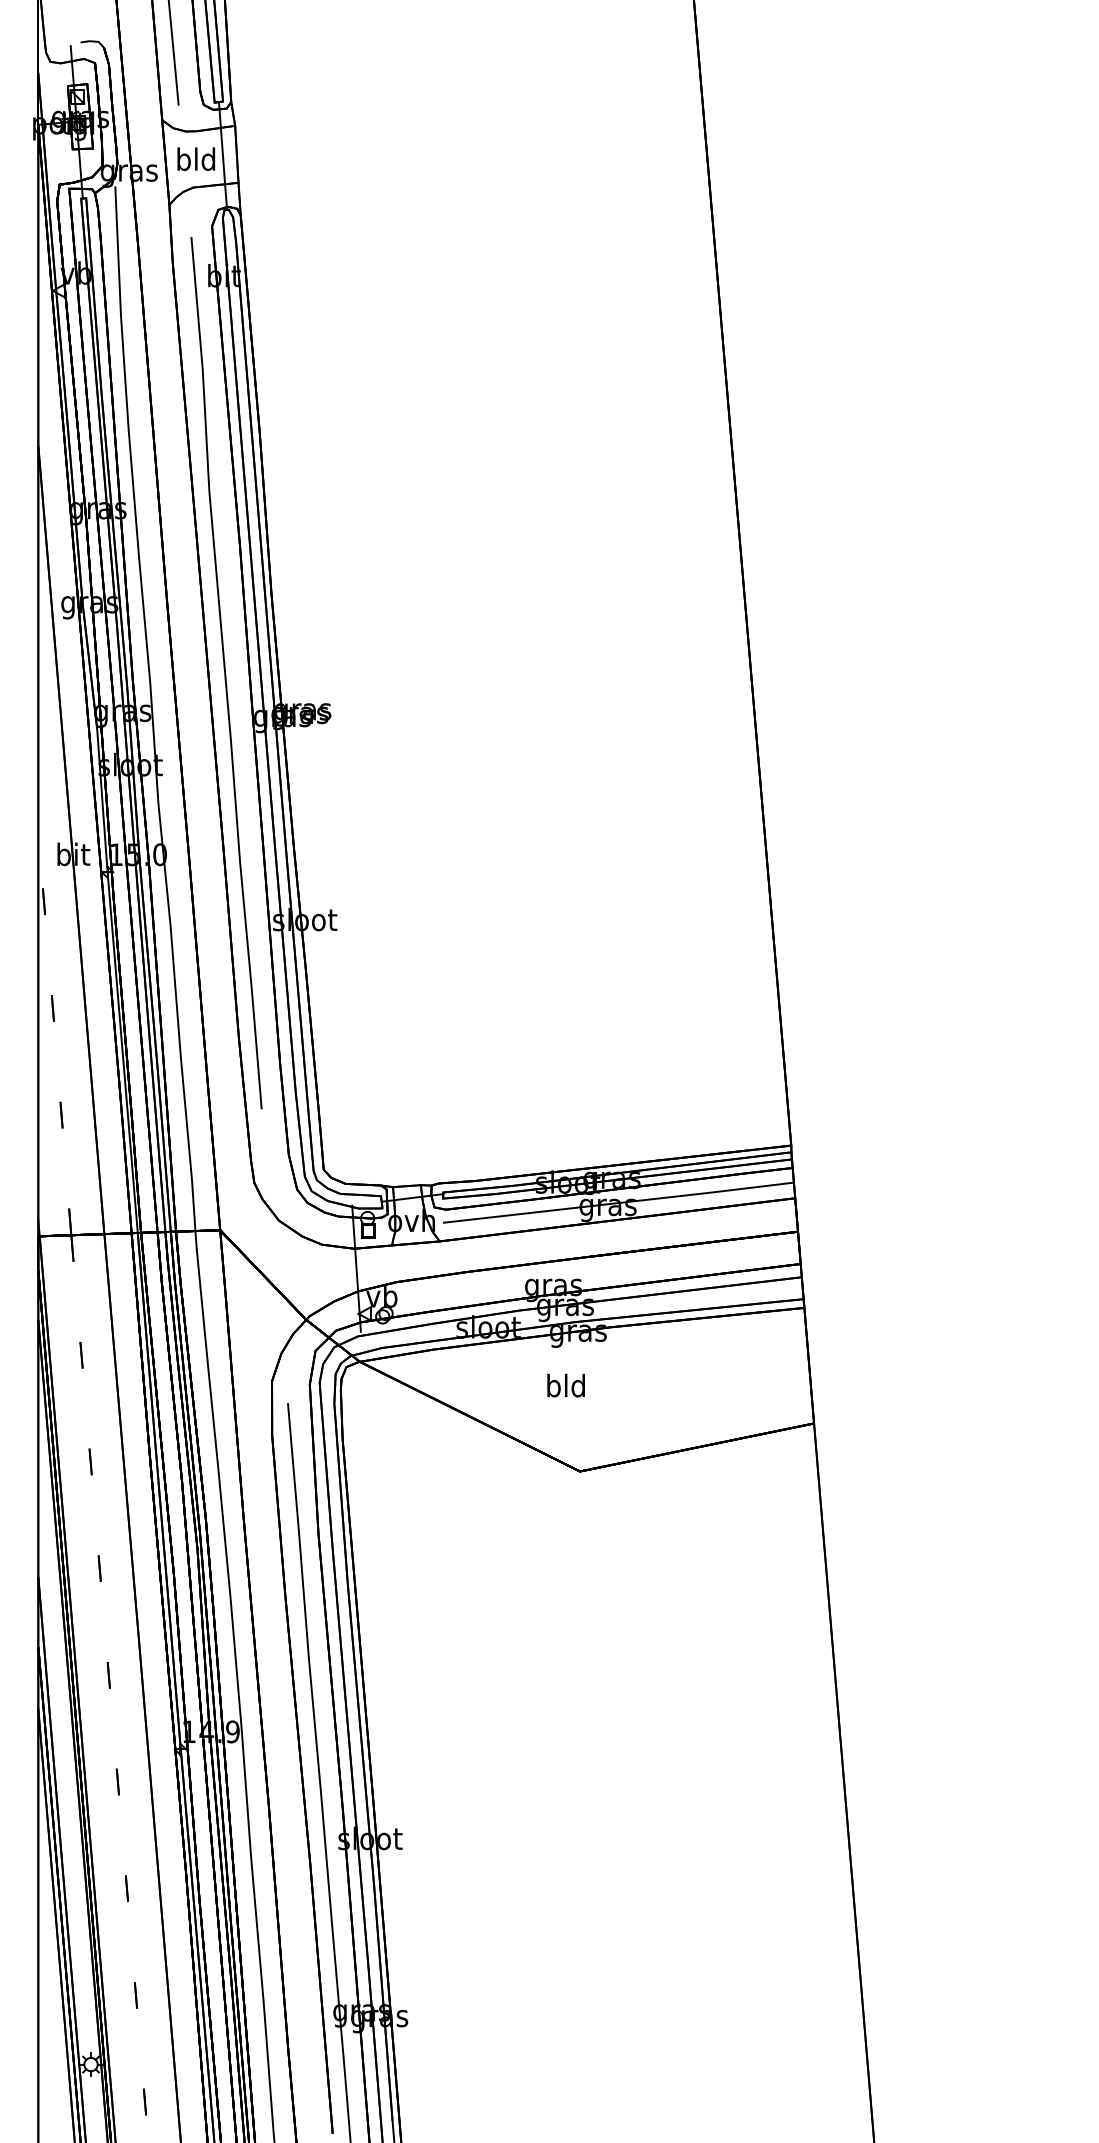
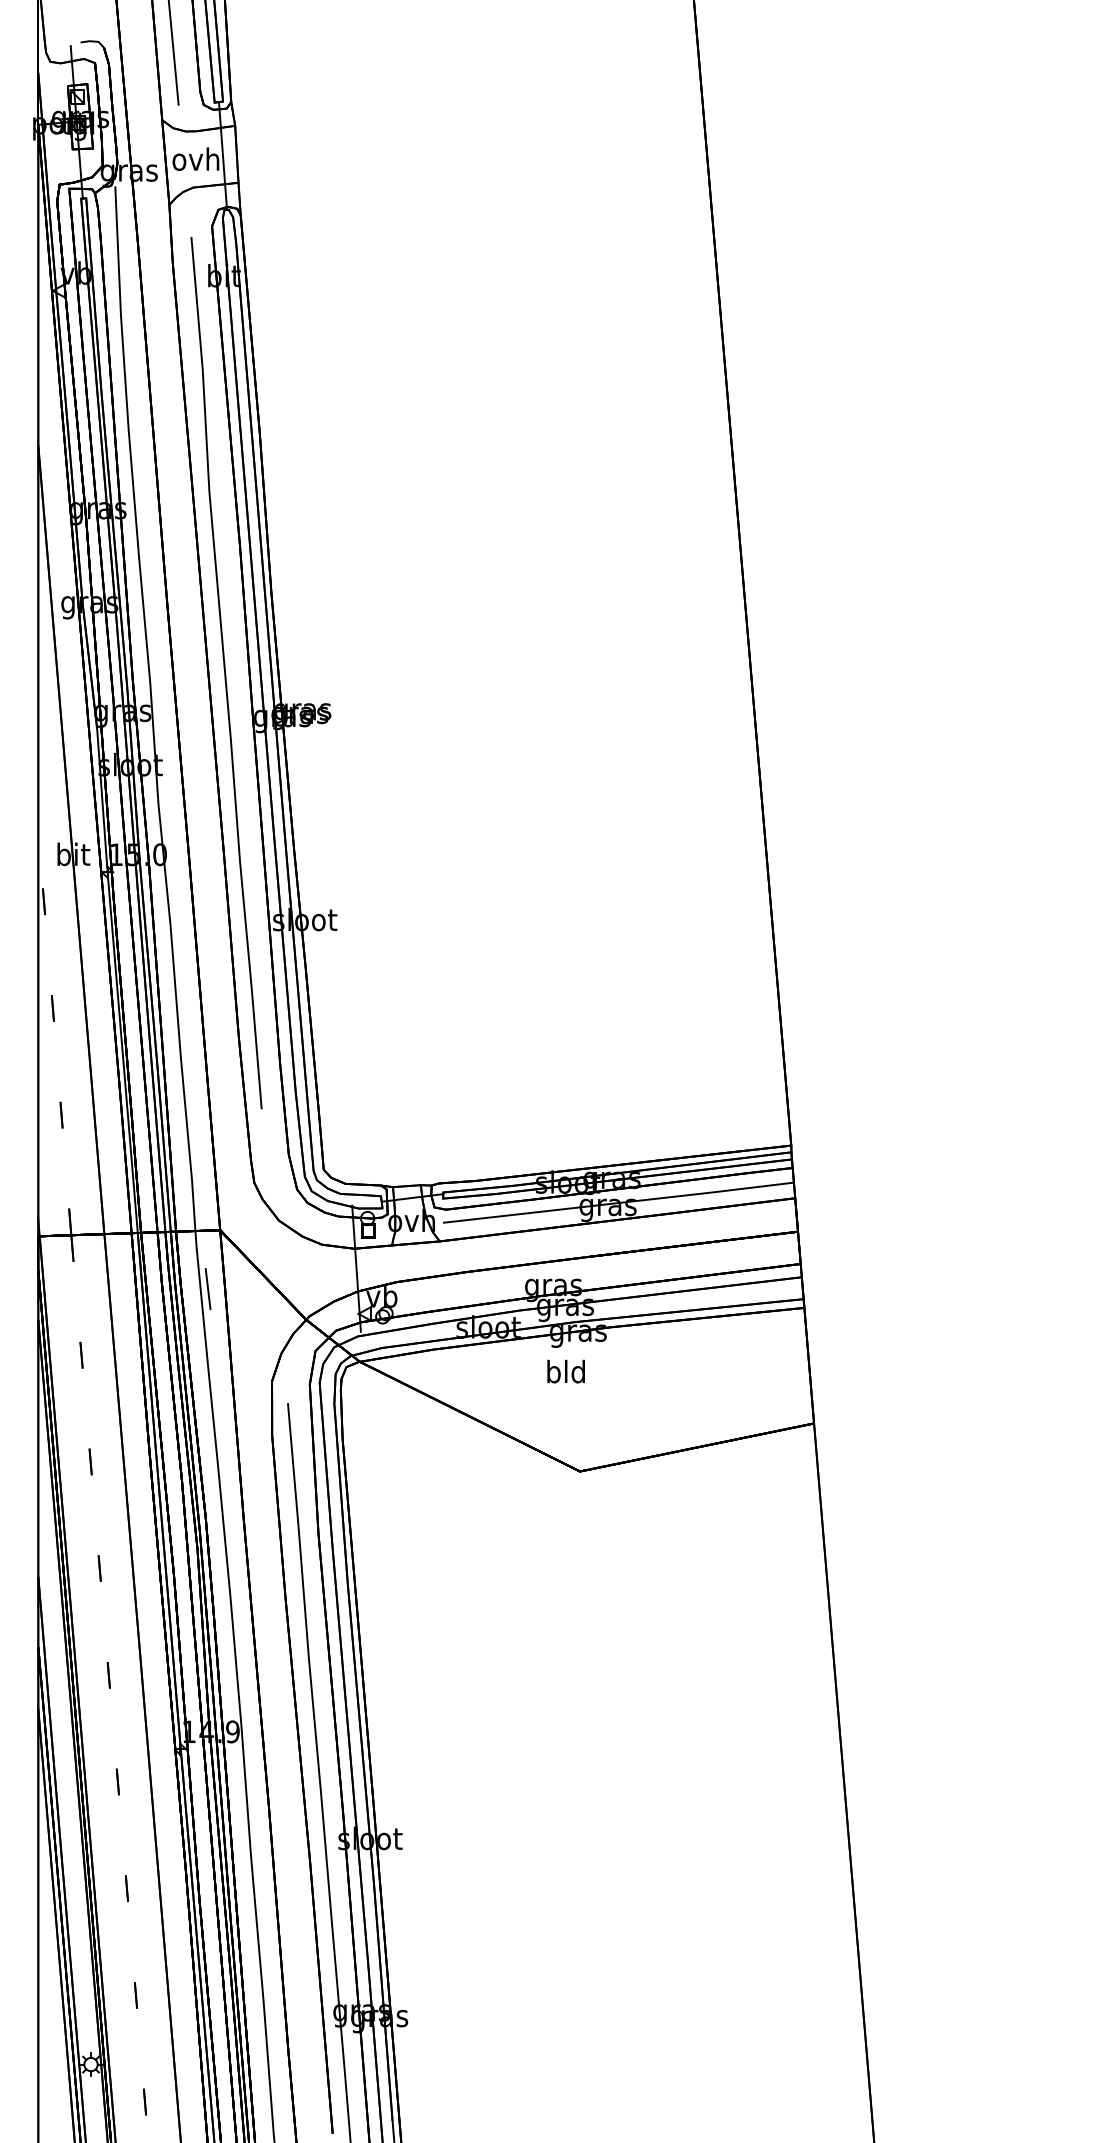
text at (195, 158): bld -> ovh
line at (207, 1289): none -> present
text at (565, 1385) position: (565, 1385) -> (565, 1371)
